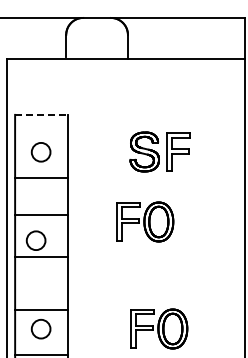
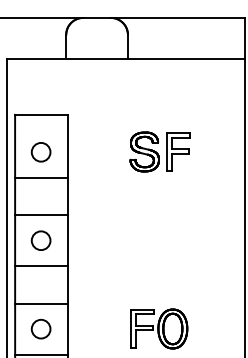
line at (41, 114): dashed -> solid
part at (145, 221): present -> none
circle at (35, 240) position: (35, 240) -> (40, 240)
line at (41, 257) position: (41, 257) -> (41, 266)
line at (41, 309) position: (41, 309) -> (41, 303)
